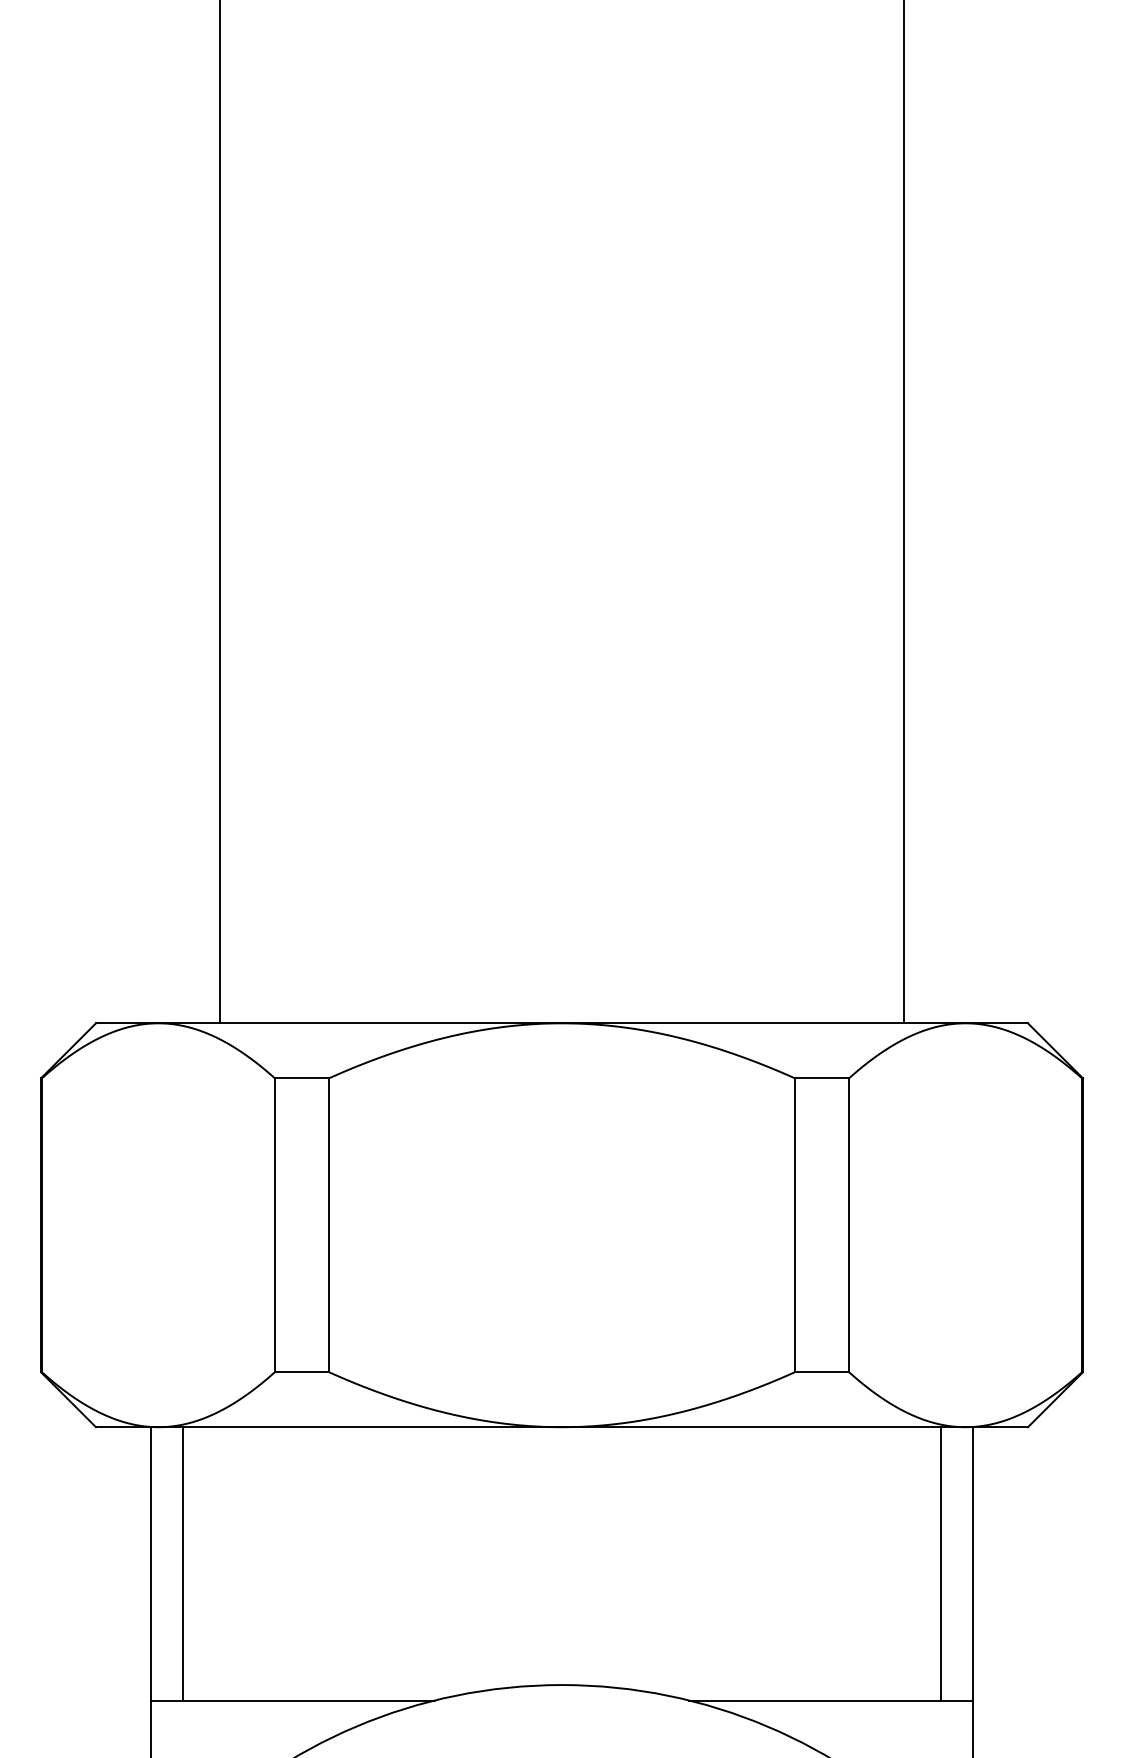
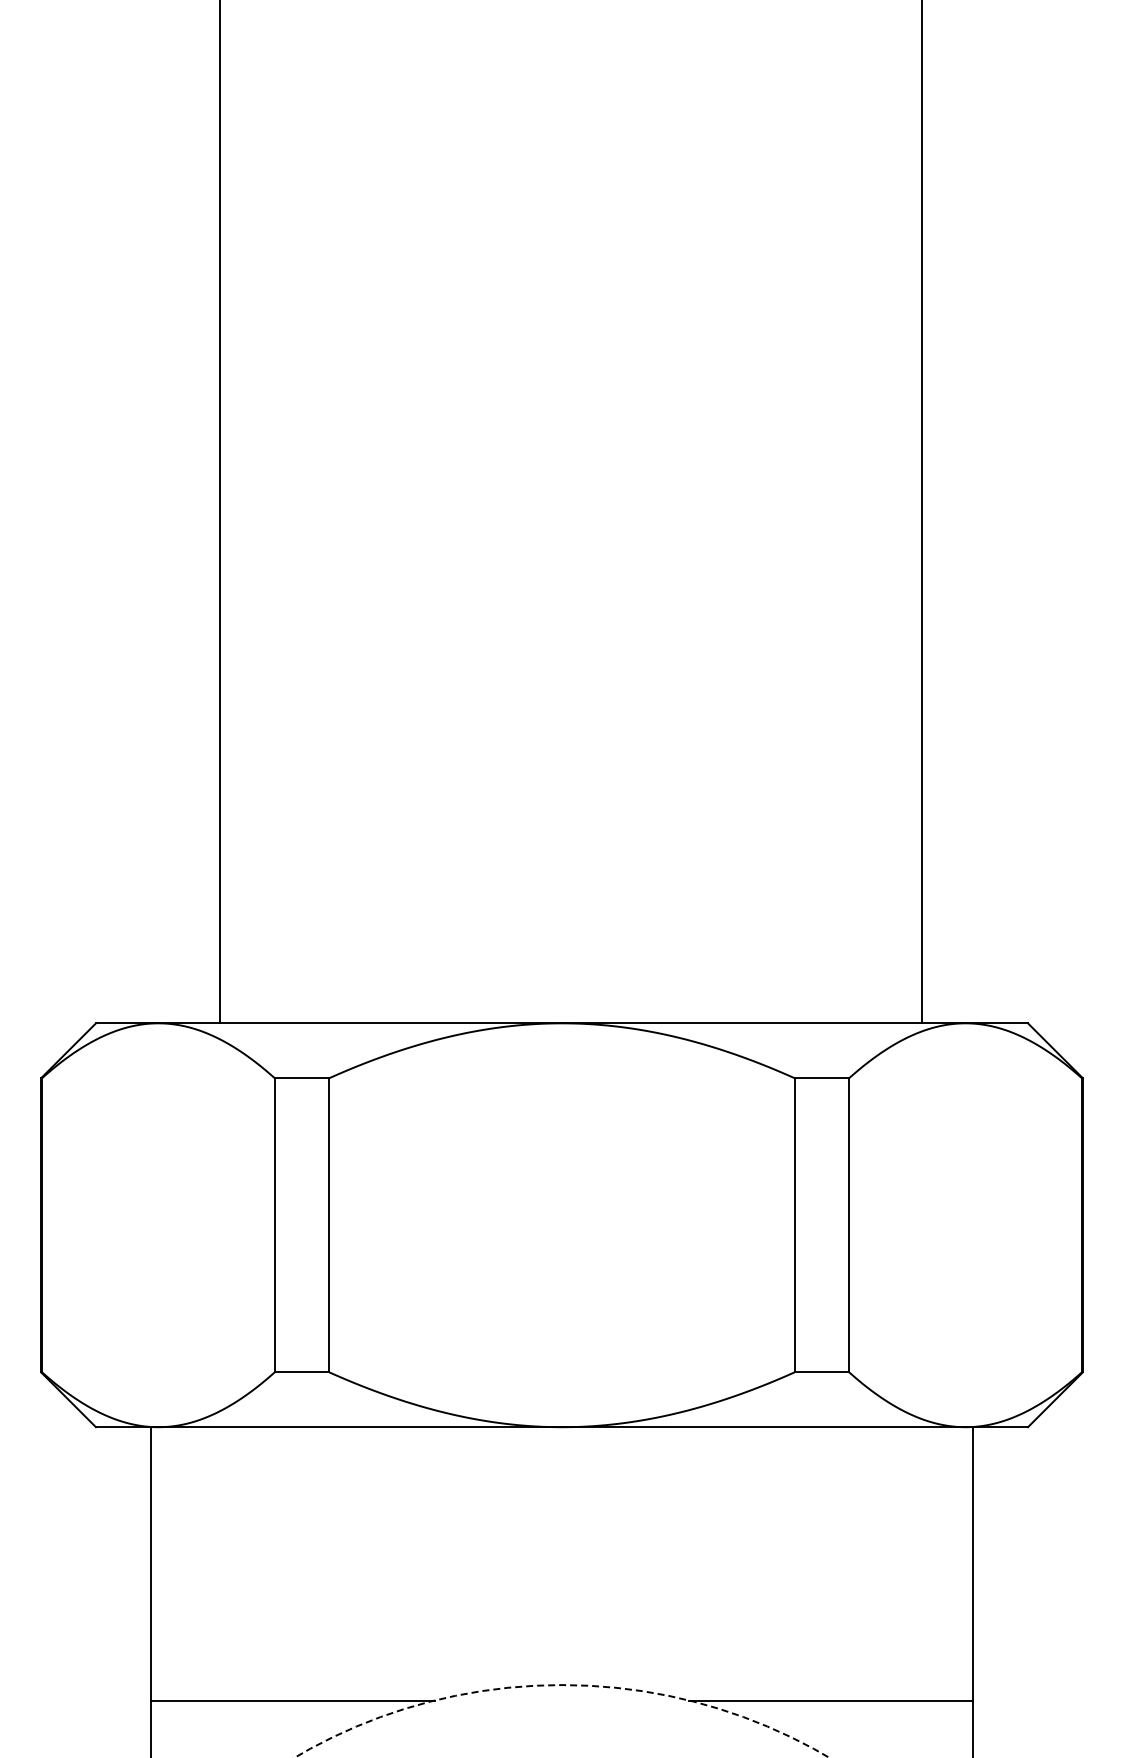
line at (903, 512) position: (903, 512) -> (921, 512)
line at (182, 1563): present -> none
line at (941, 1563): present -> none
circle at (561, 1721): solid -> dashed
